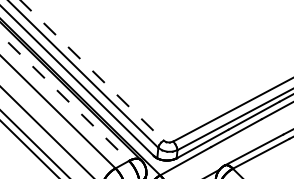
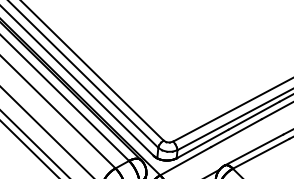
line at (92, 70): dashed -> solid
line at (64, 97): dashed -> solid
